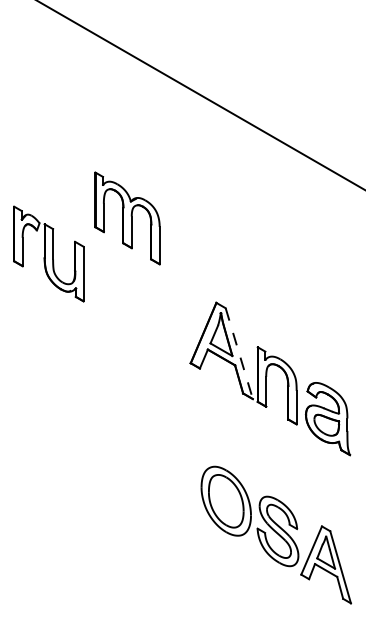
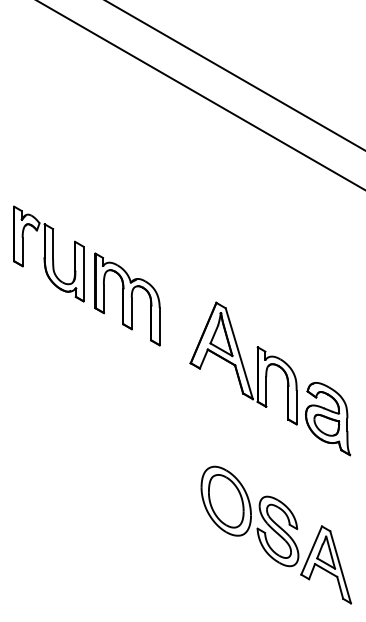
line at (235, 75): none -> present
part at (127, 218) position: (127, 218) -> (127, 299)
line at (239, 354): dashed -> solid
